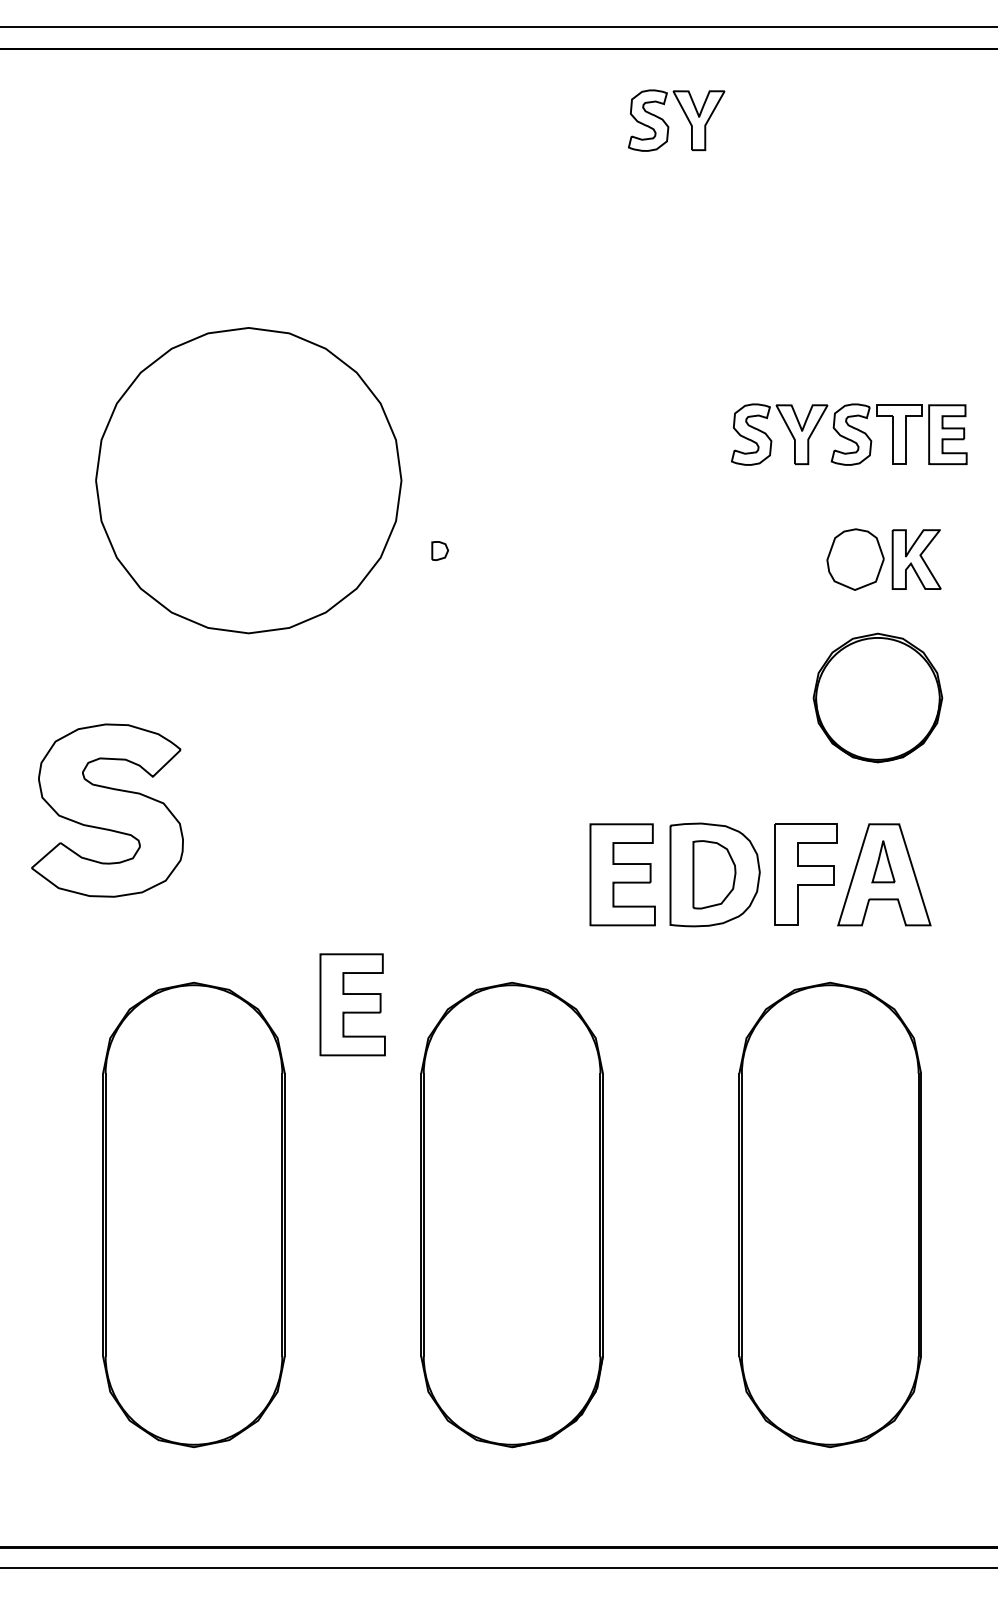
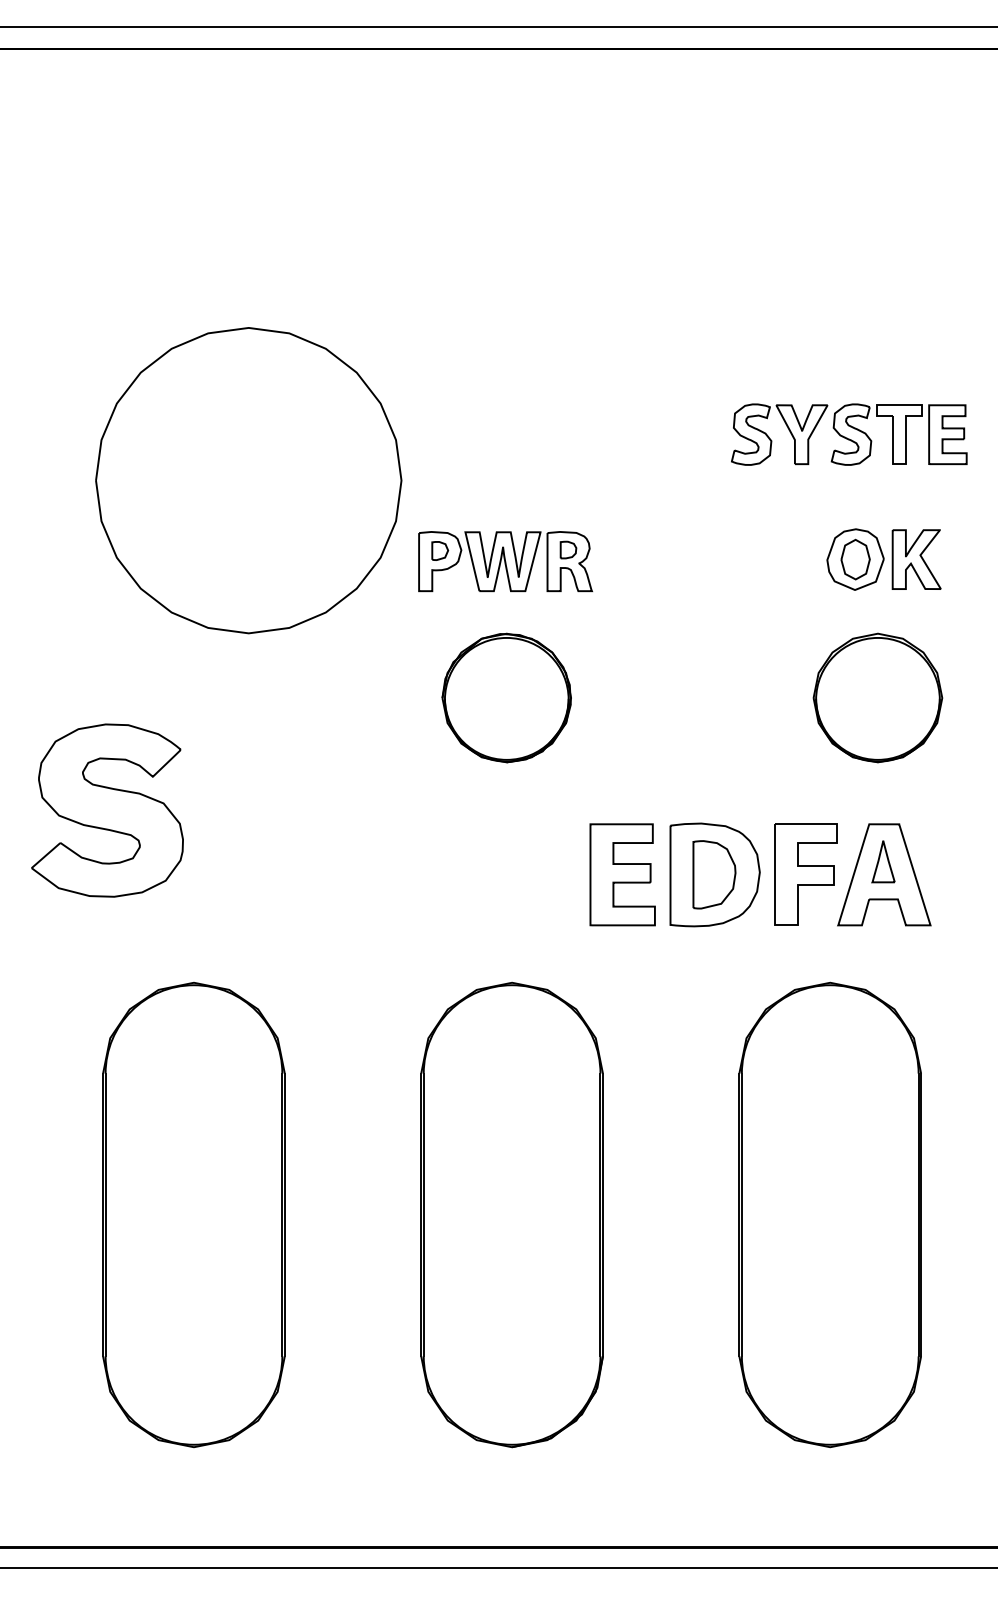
part at (669, 126): present -> none
part at (855, 559): none -> present
part at (505, 561): none -> present
part at (506, 697): none -> present
part at (352, 1004): present -> none
